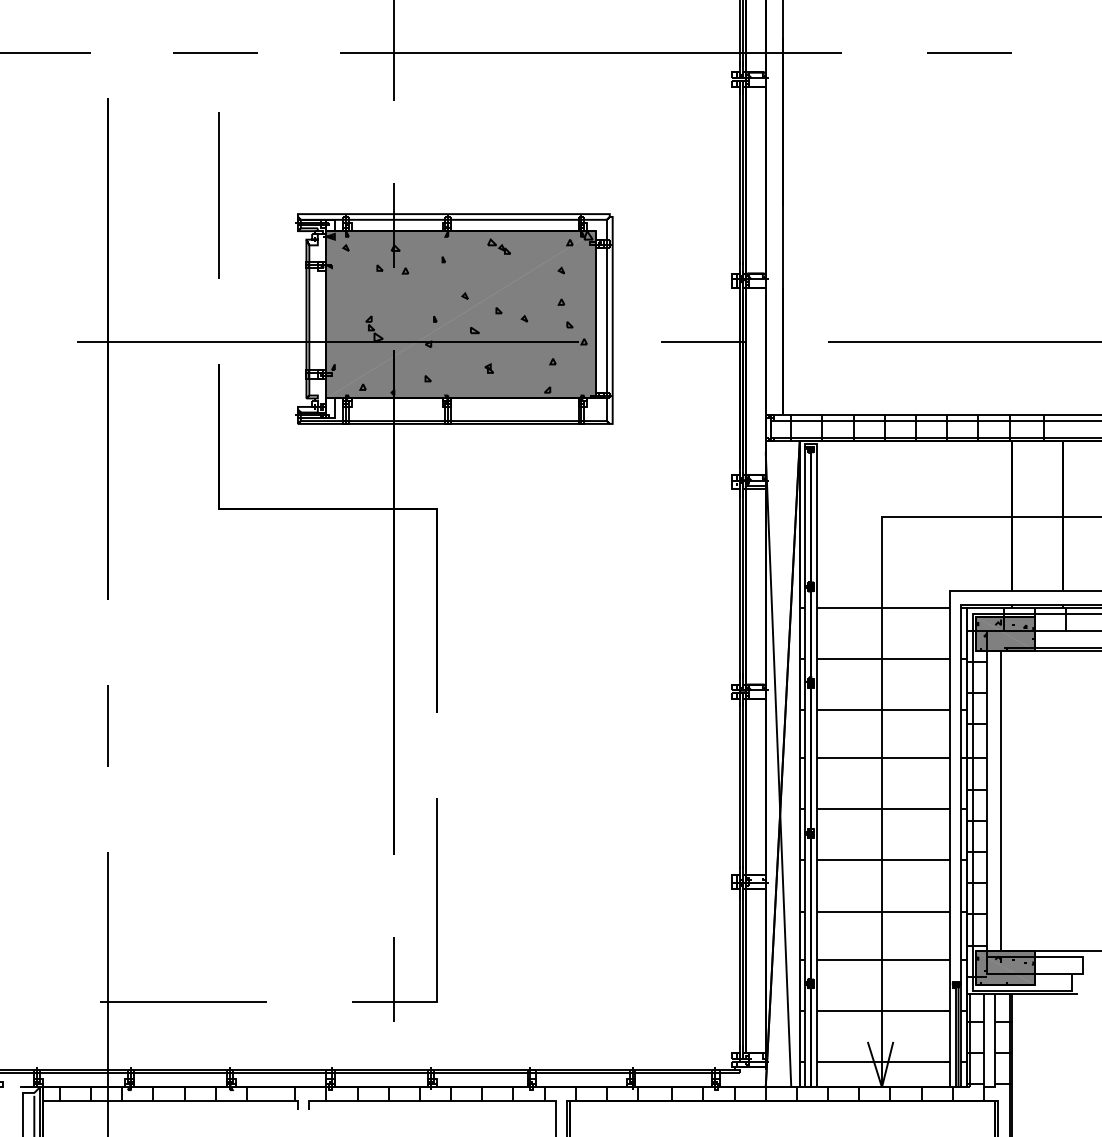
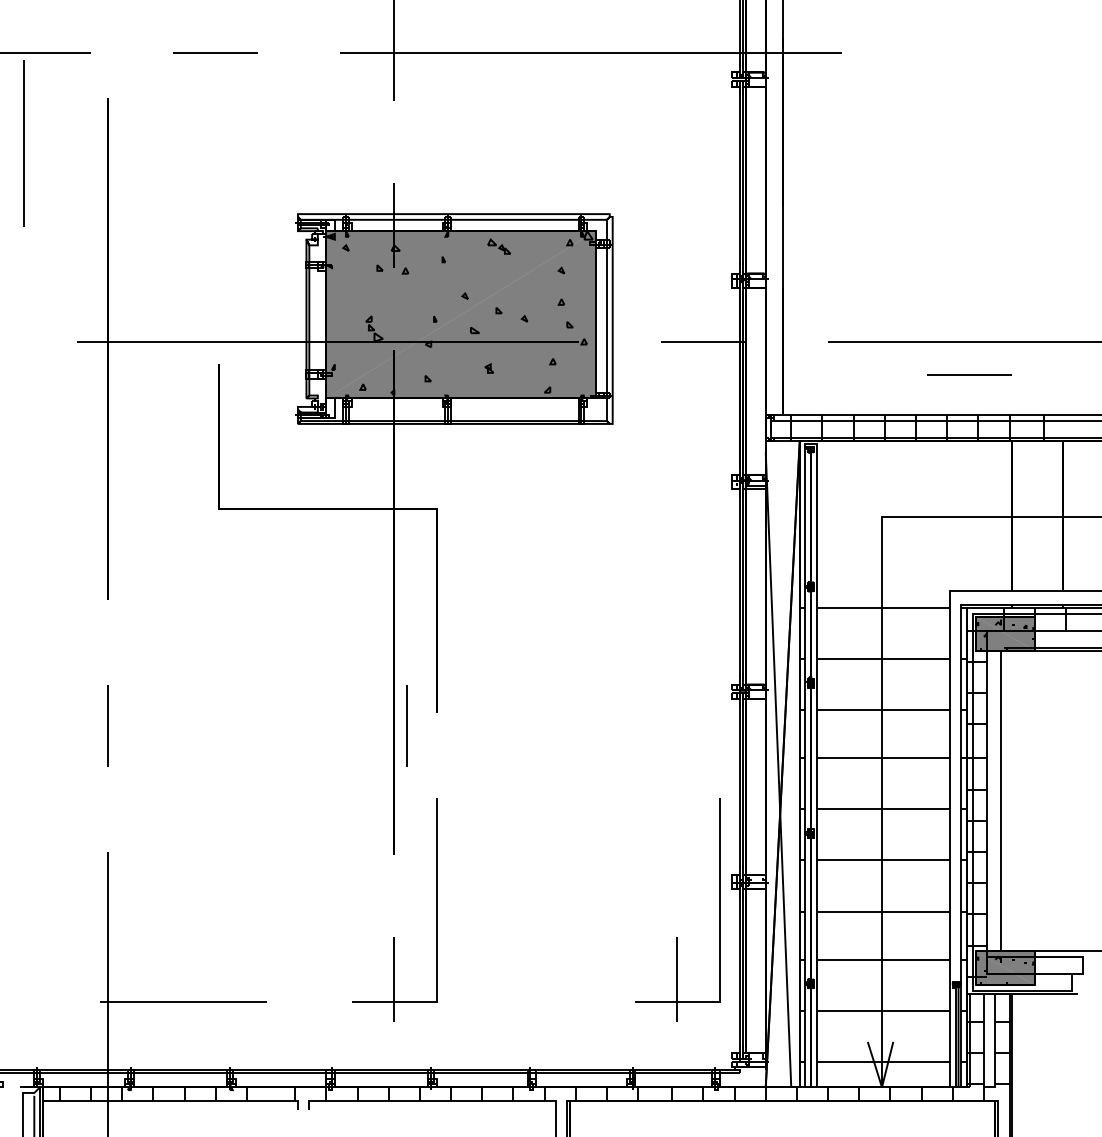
line at (969, 52) position: (969, 52) -> (969, 374)
line at (218, 195) position: (218, 195) -> (23, 143)
line at (406, 725): none -> present
part at (677, 937): none -> present
